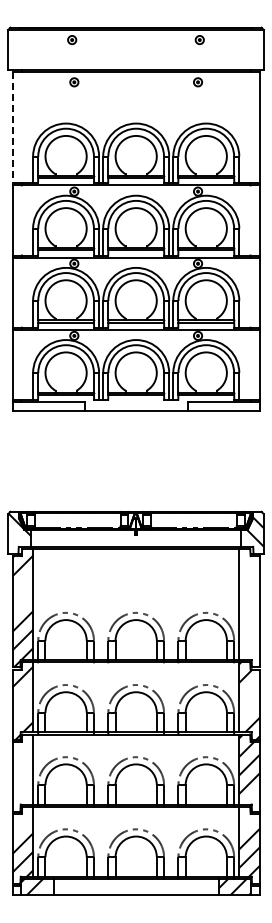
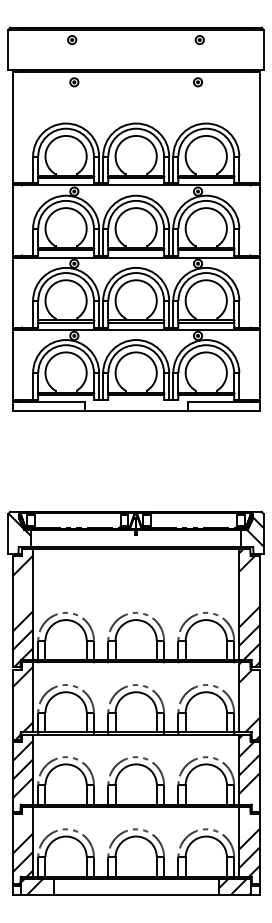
line at (12, 127): dashed -> solid
hatch at (249, 607): none -> present
hatch at (22, 769): none -> present
